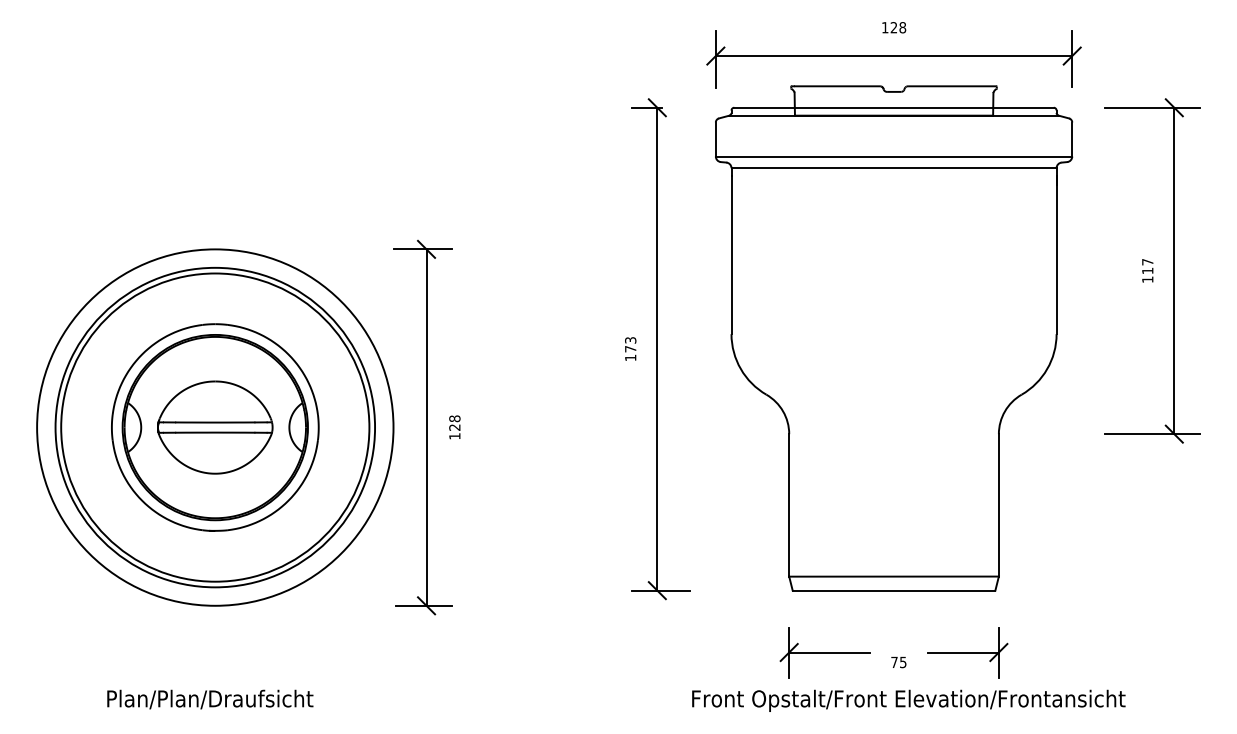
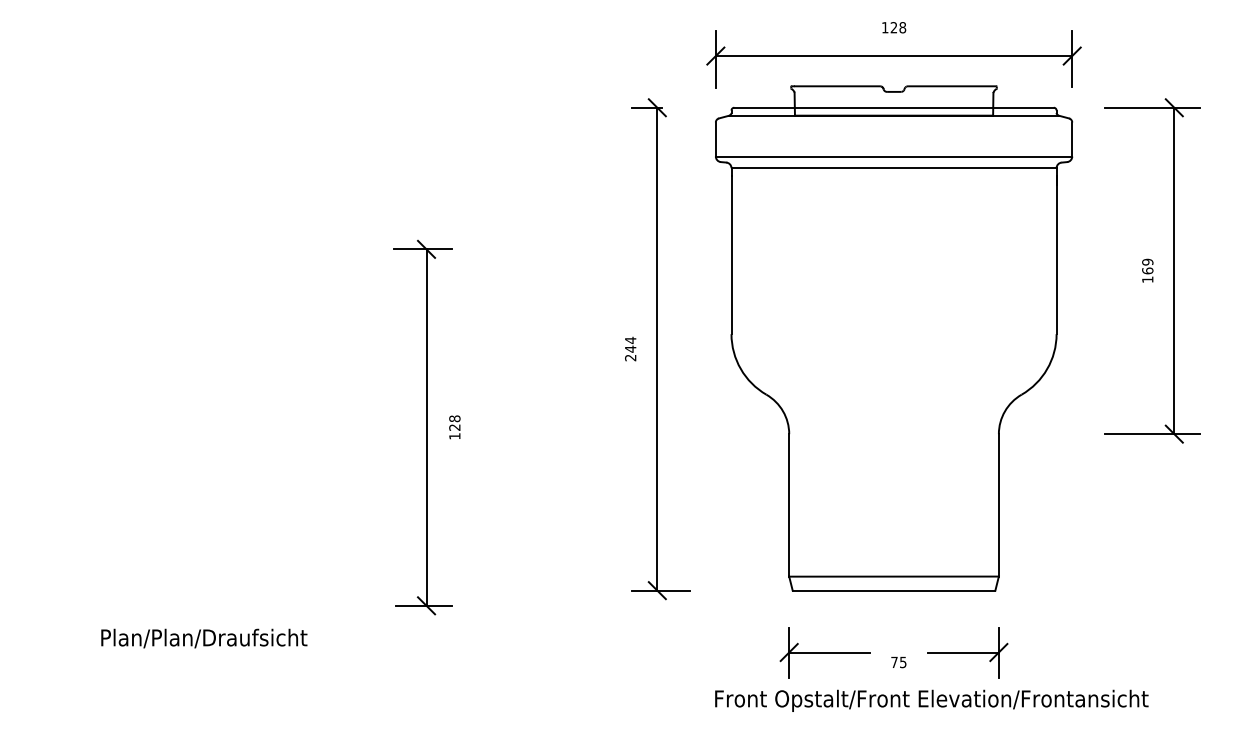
text at (1147, 266): 117 -> 169
text at (630, 348): 173 -> 244
part at (215, 427): present -> none
text at (210, 699) position: (210, 699) -> (204, 638)
text at (908, 700) position: (908, 700) -> (931, 700)
